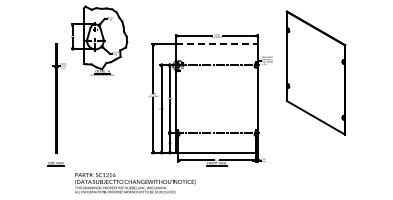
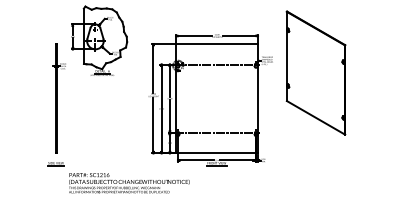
line at (217, 44): dashed -> solid
text at (135, 183) position: (135, 183) -> (129, 183)
